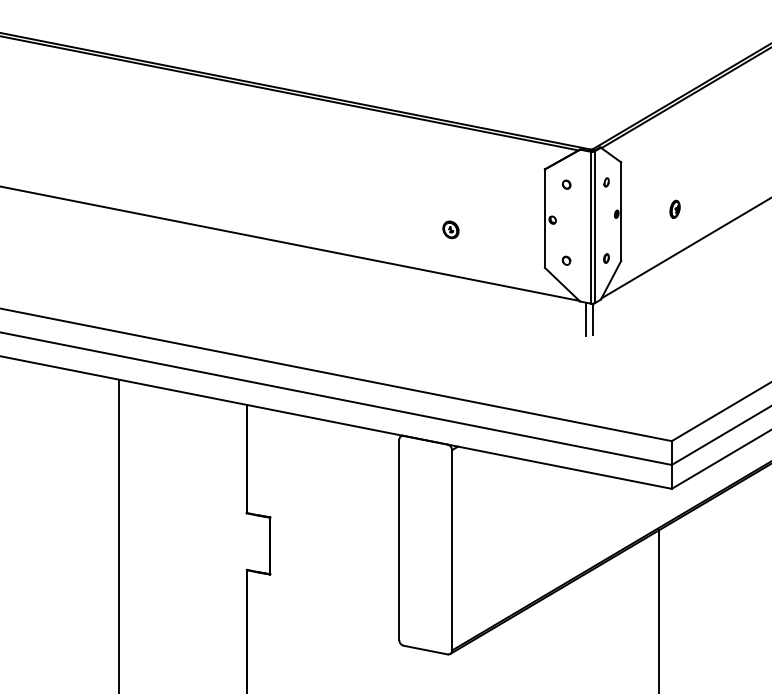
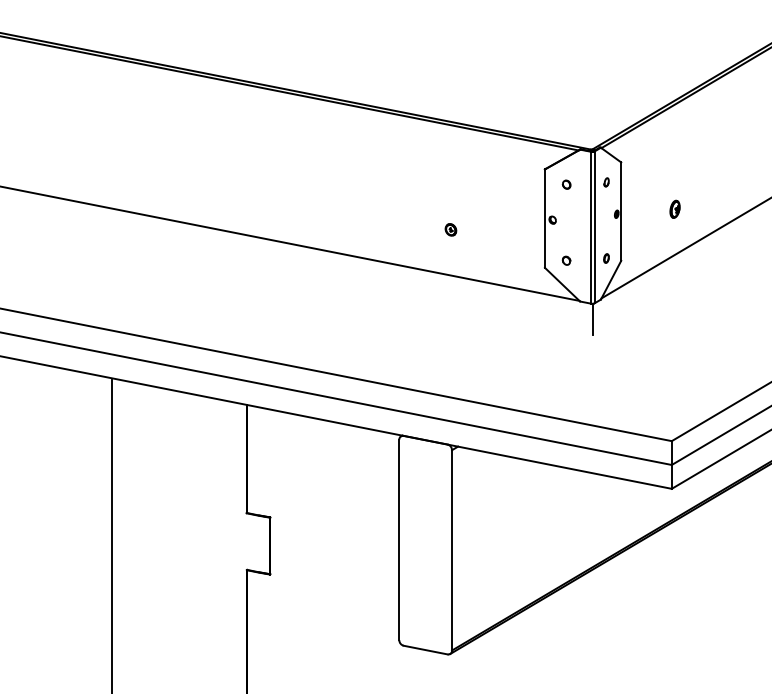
part at (450, 229) size: 18x20 px -> 14x14 px
line at (585, 318): present -> none
line at (119, 534) position: (119, 534) -> (112, 534)
line at (659, 610): present -> none
